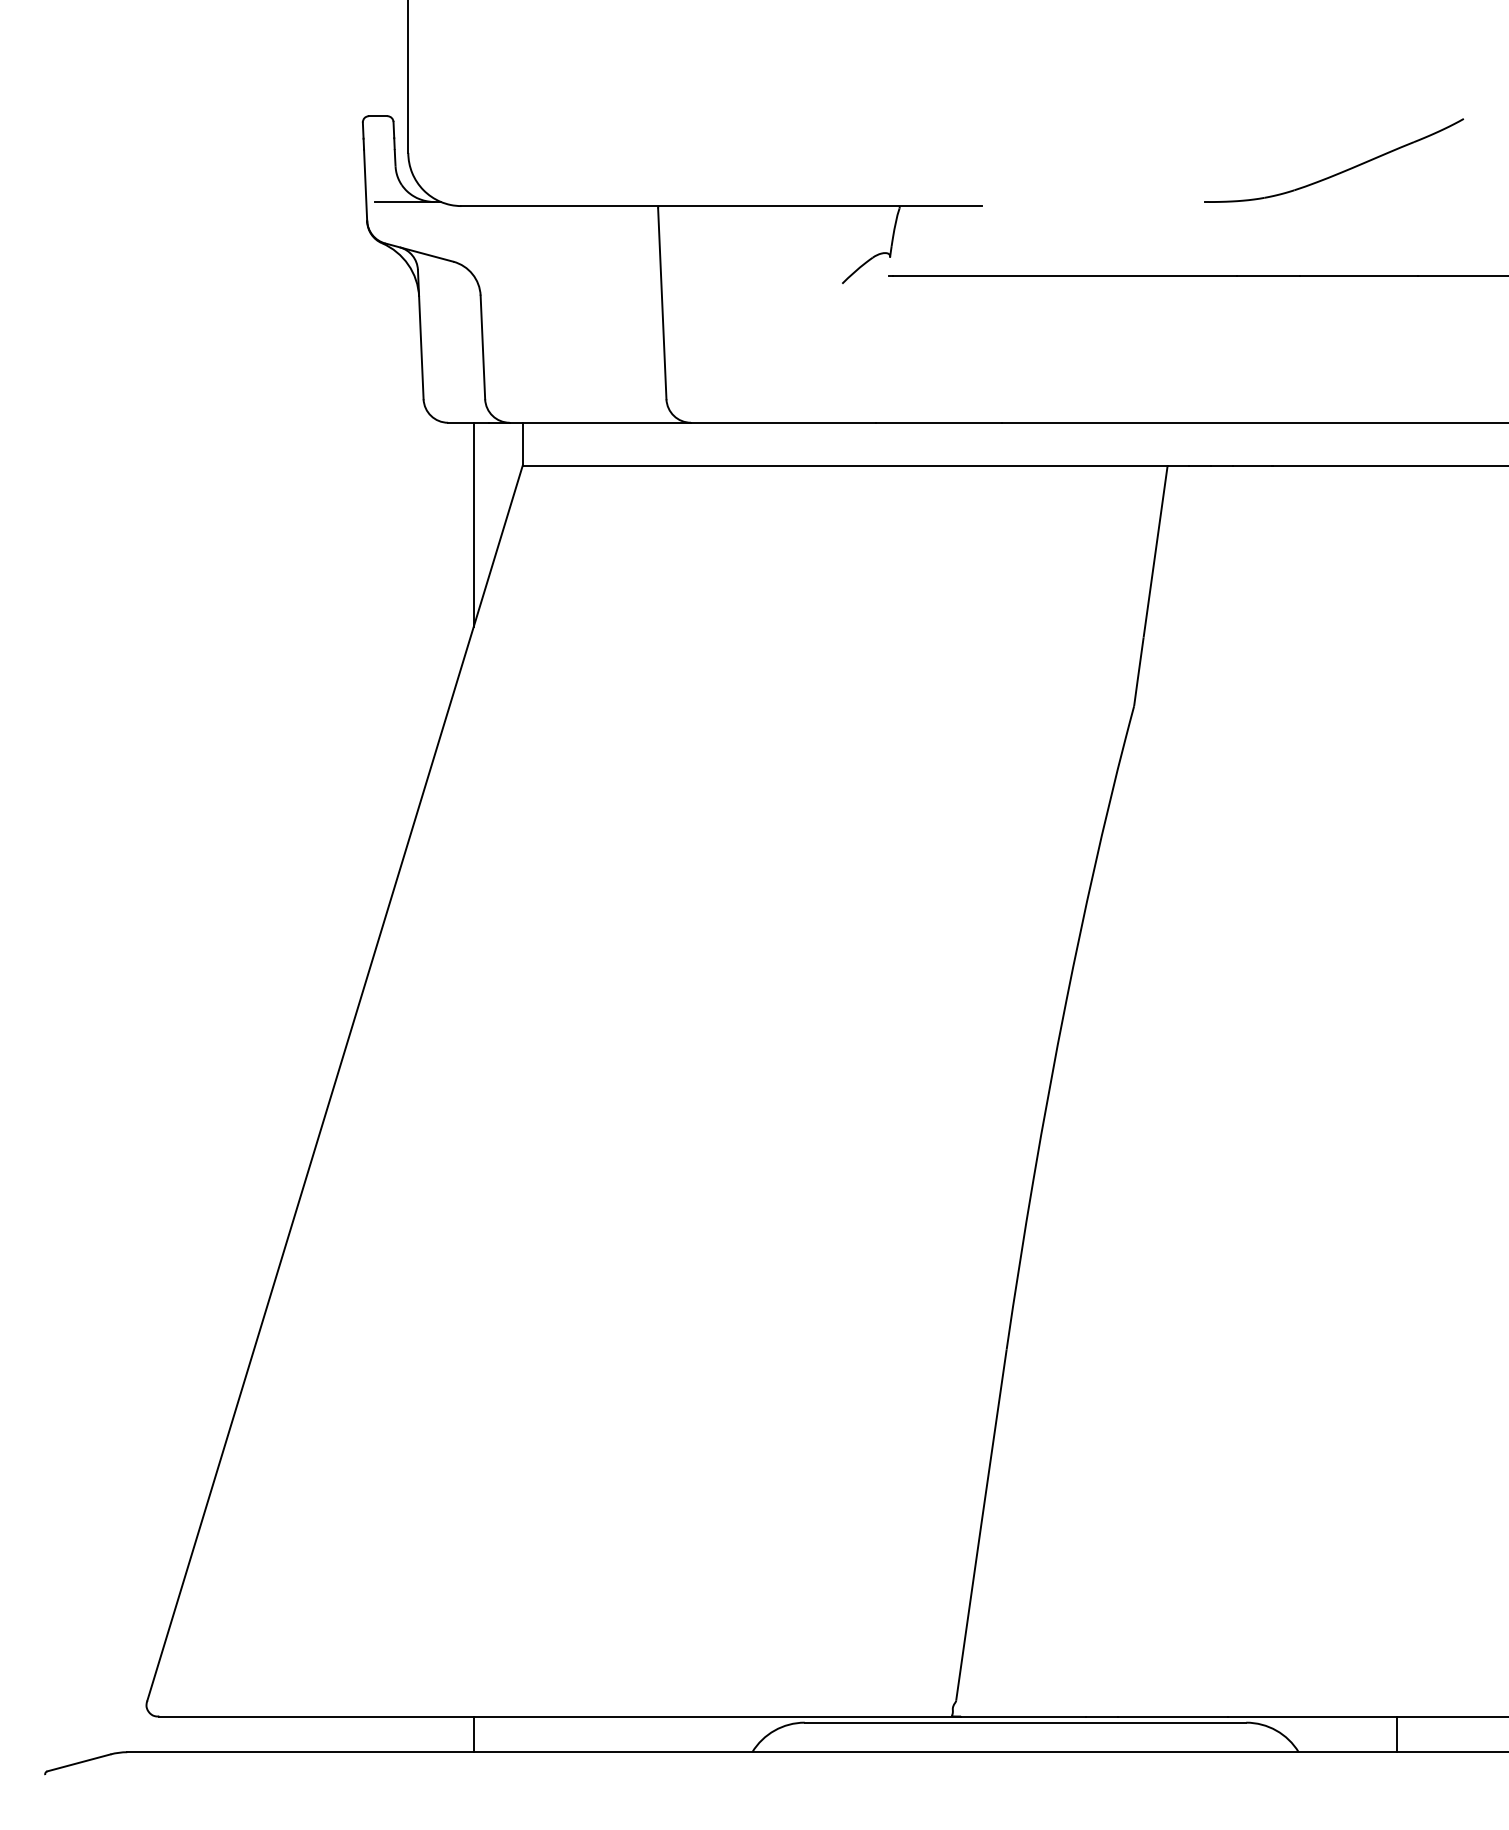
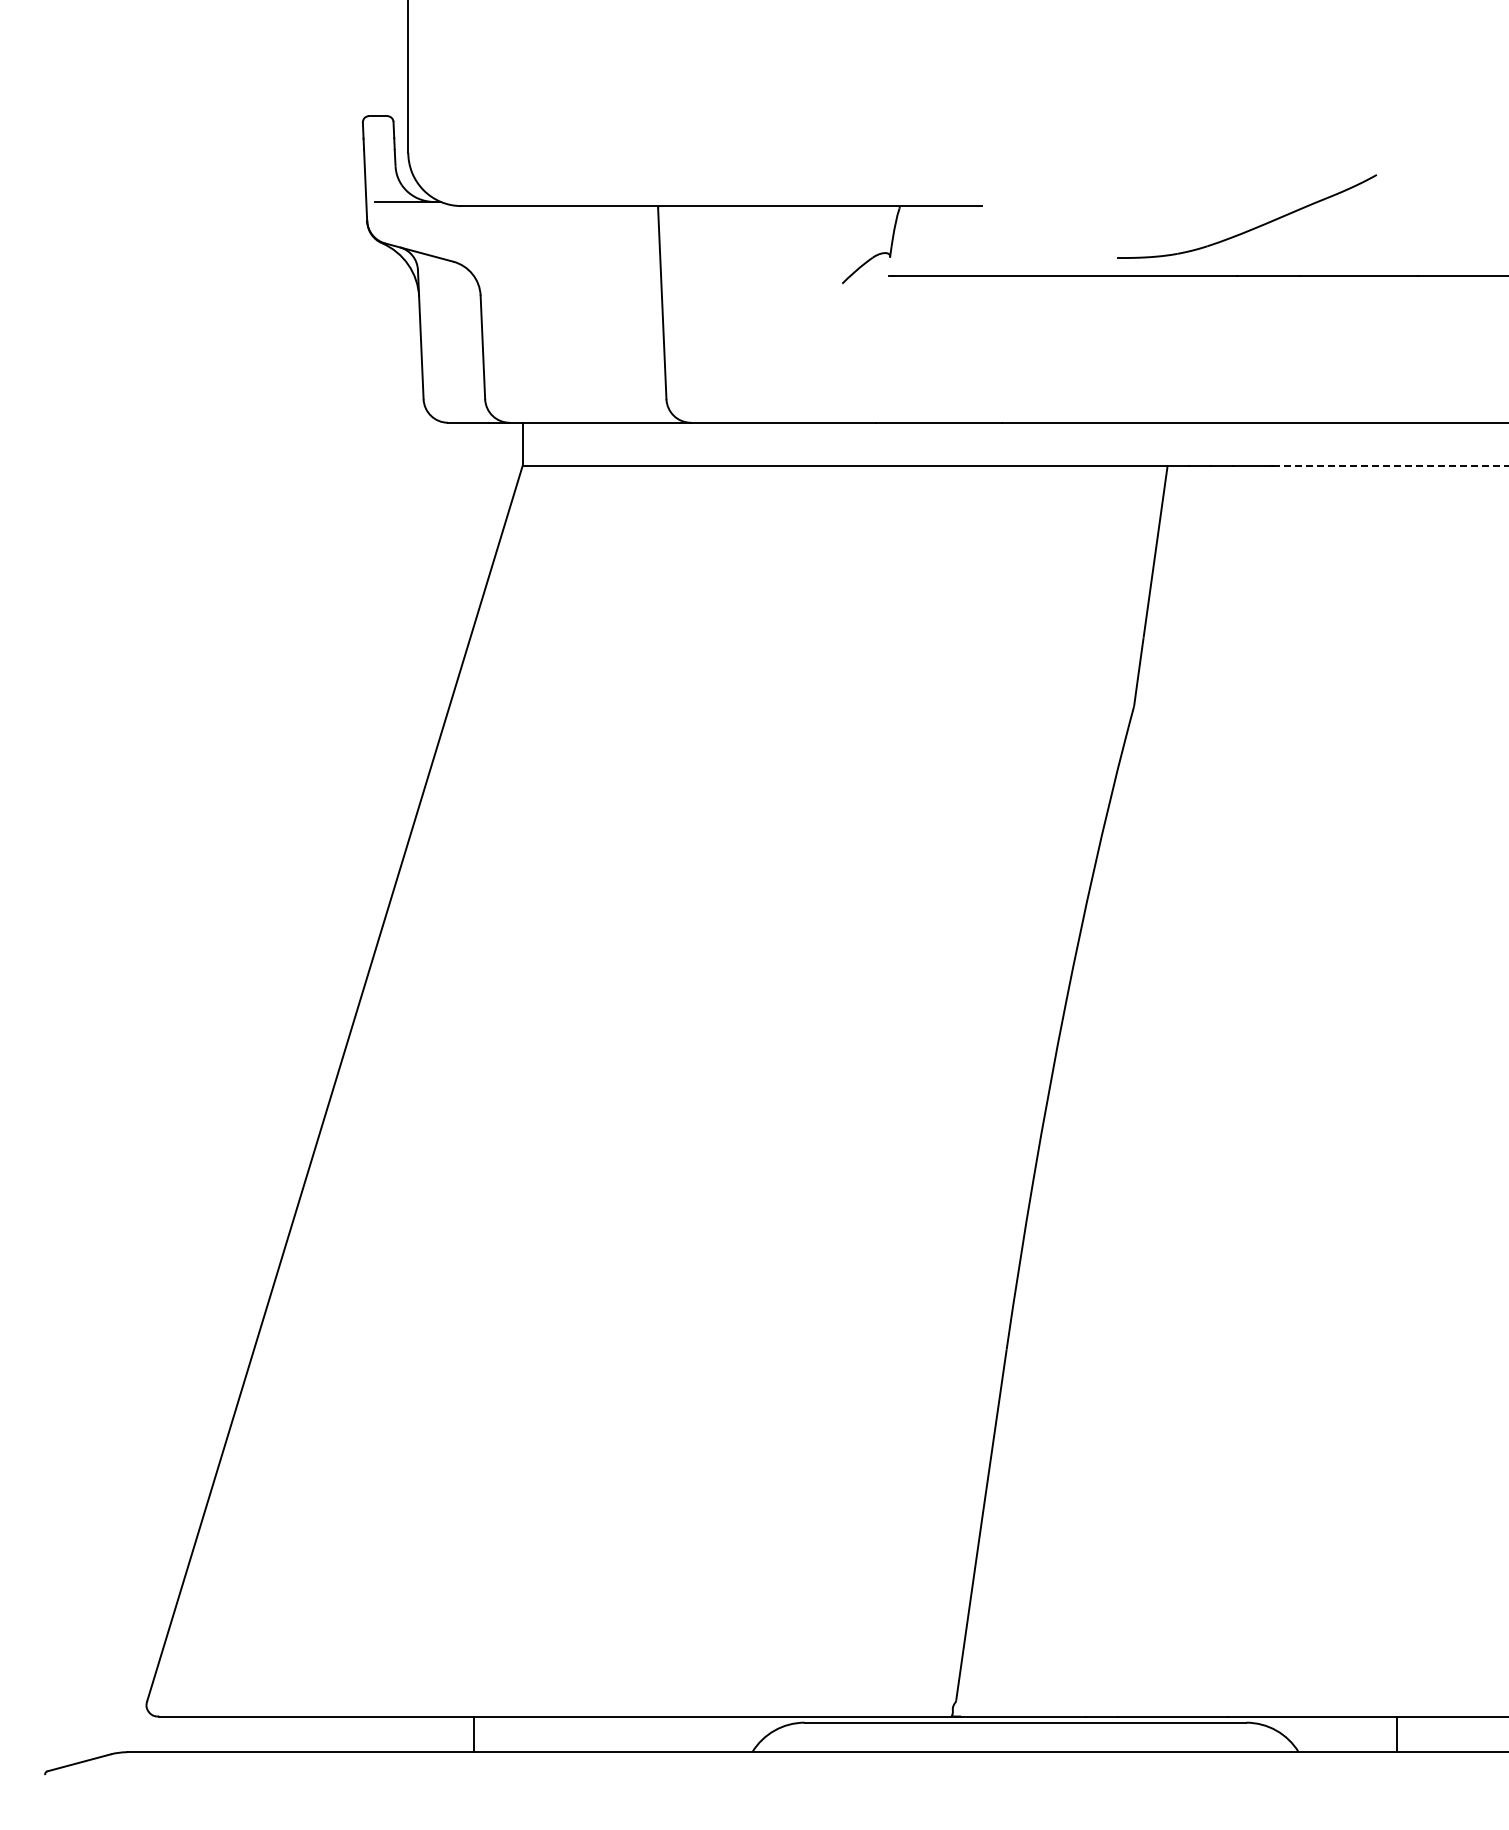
part at (1338, 172) position: (1338, 172) -> (1251, 228)
line at (1391, 465): solid -> dashed
line at (473, 524): present -> none
